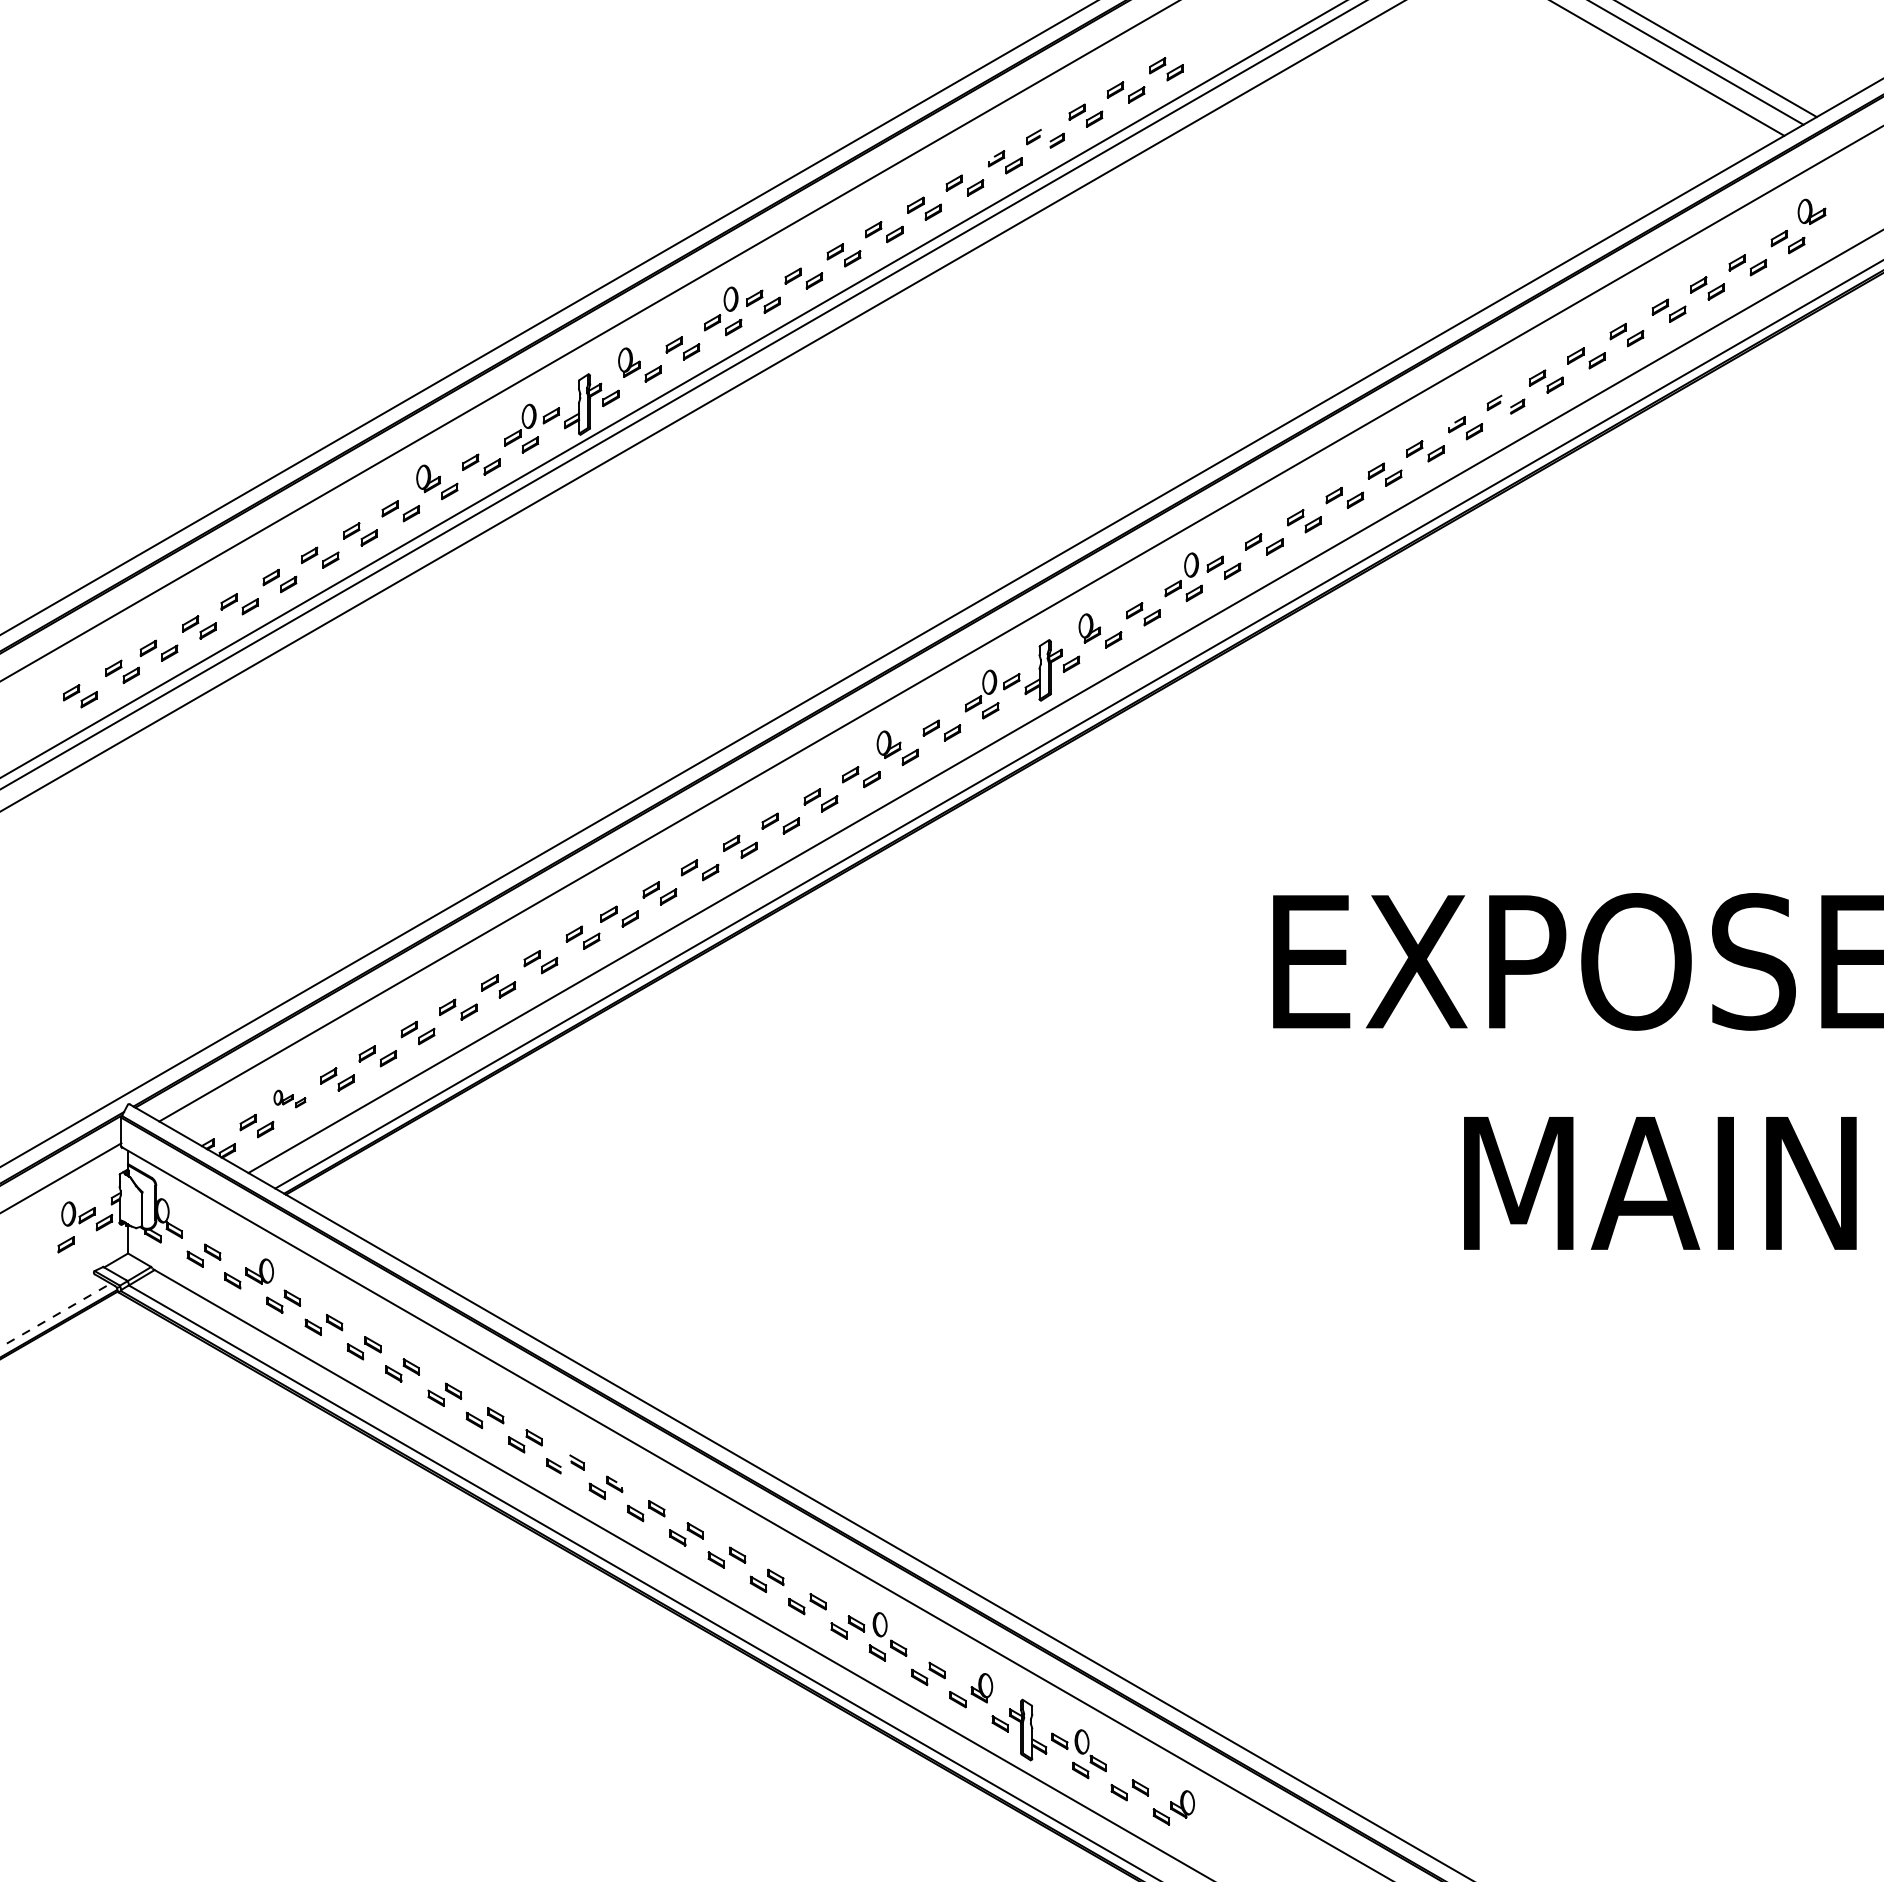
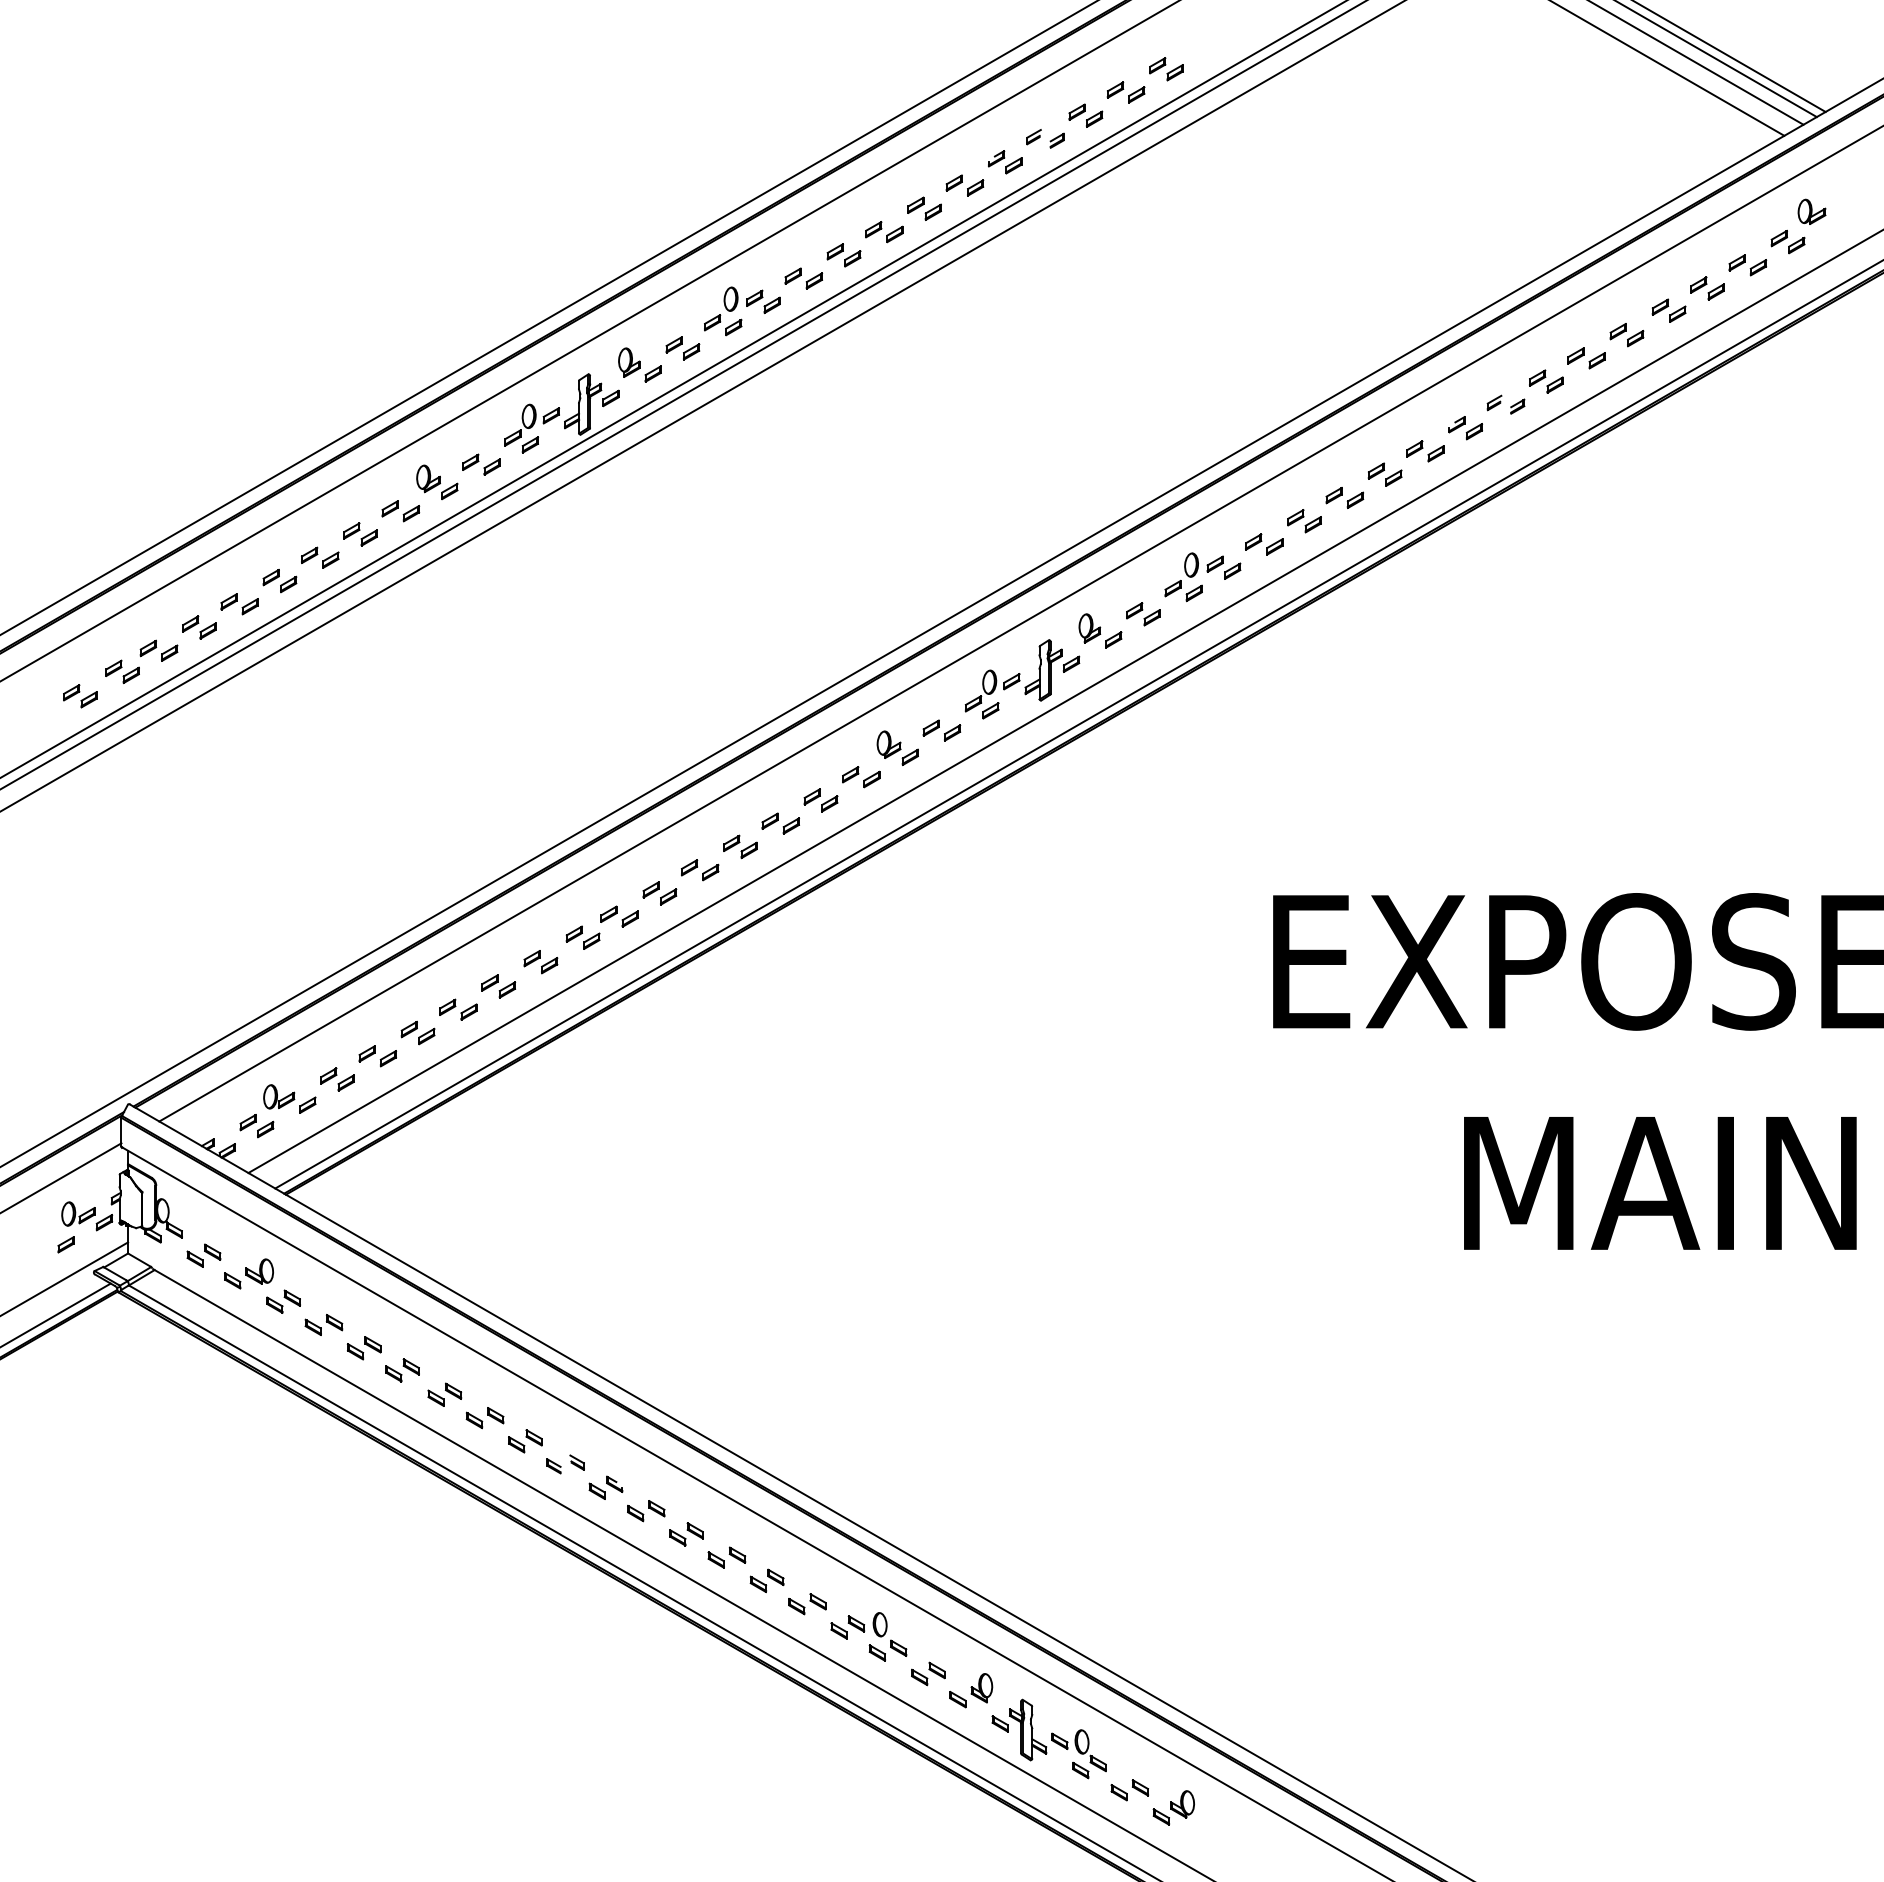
line at (1730, 57): none -> present
part at (289, 1098) size: 34x20 px -> 54x30 px
line at (65, 1278): none -> present
line at (56, 1315): dashed -> solid
